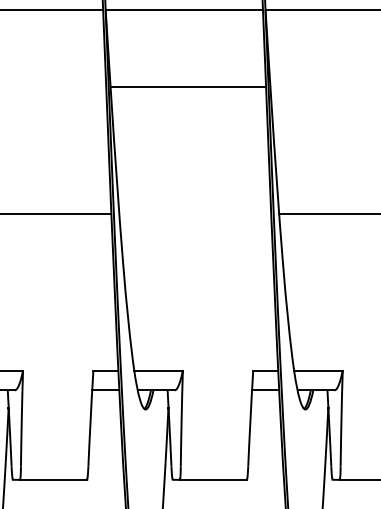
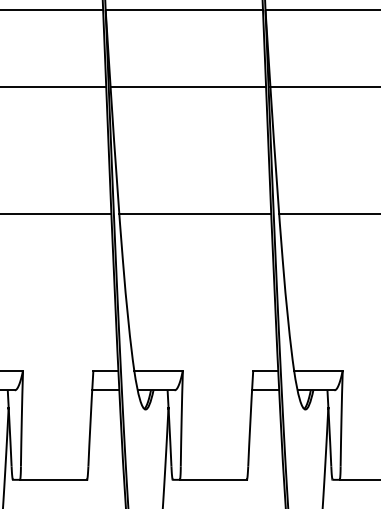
line at (54, 86): none -> present
line at (323, 86): none -> present
line at (195, 214): none -> present
